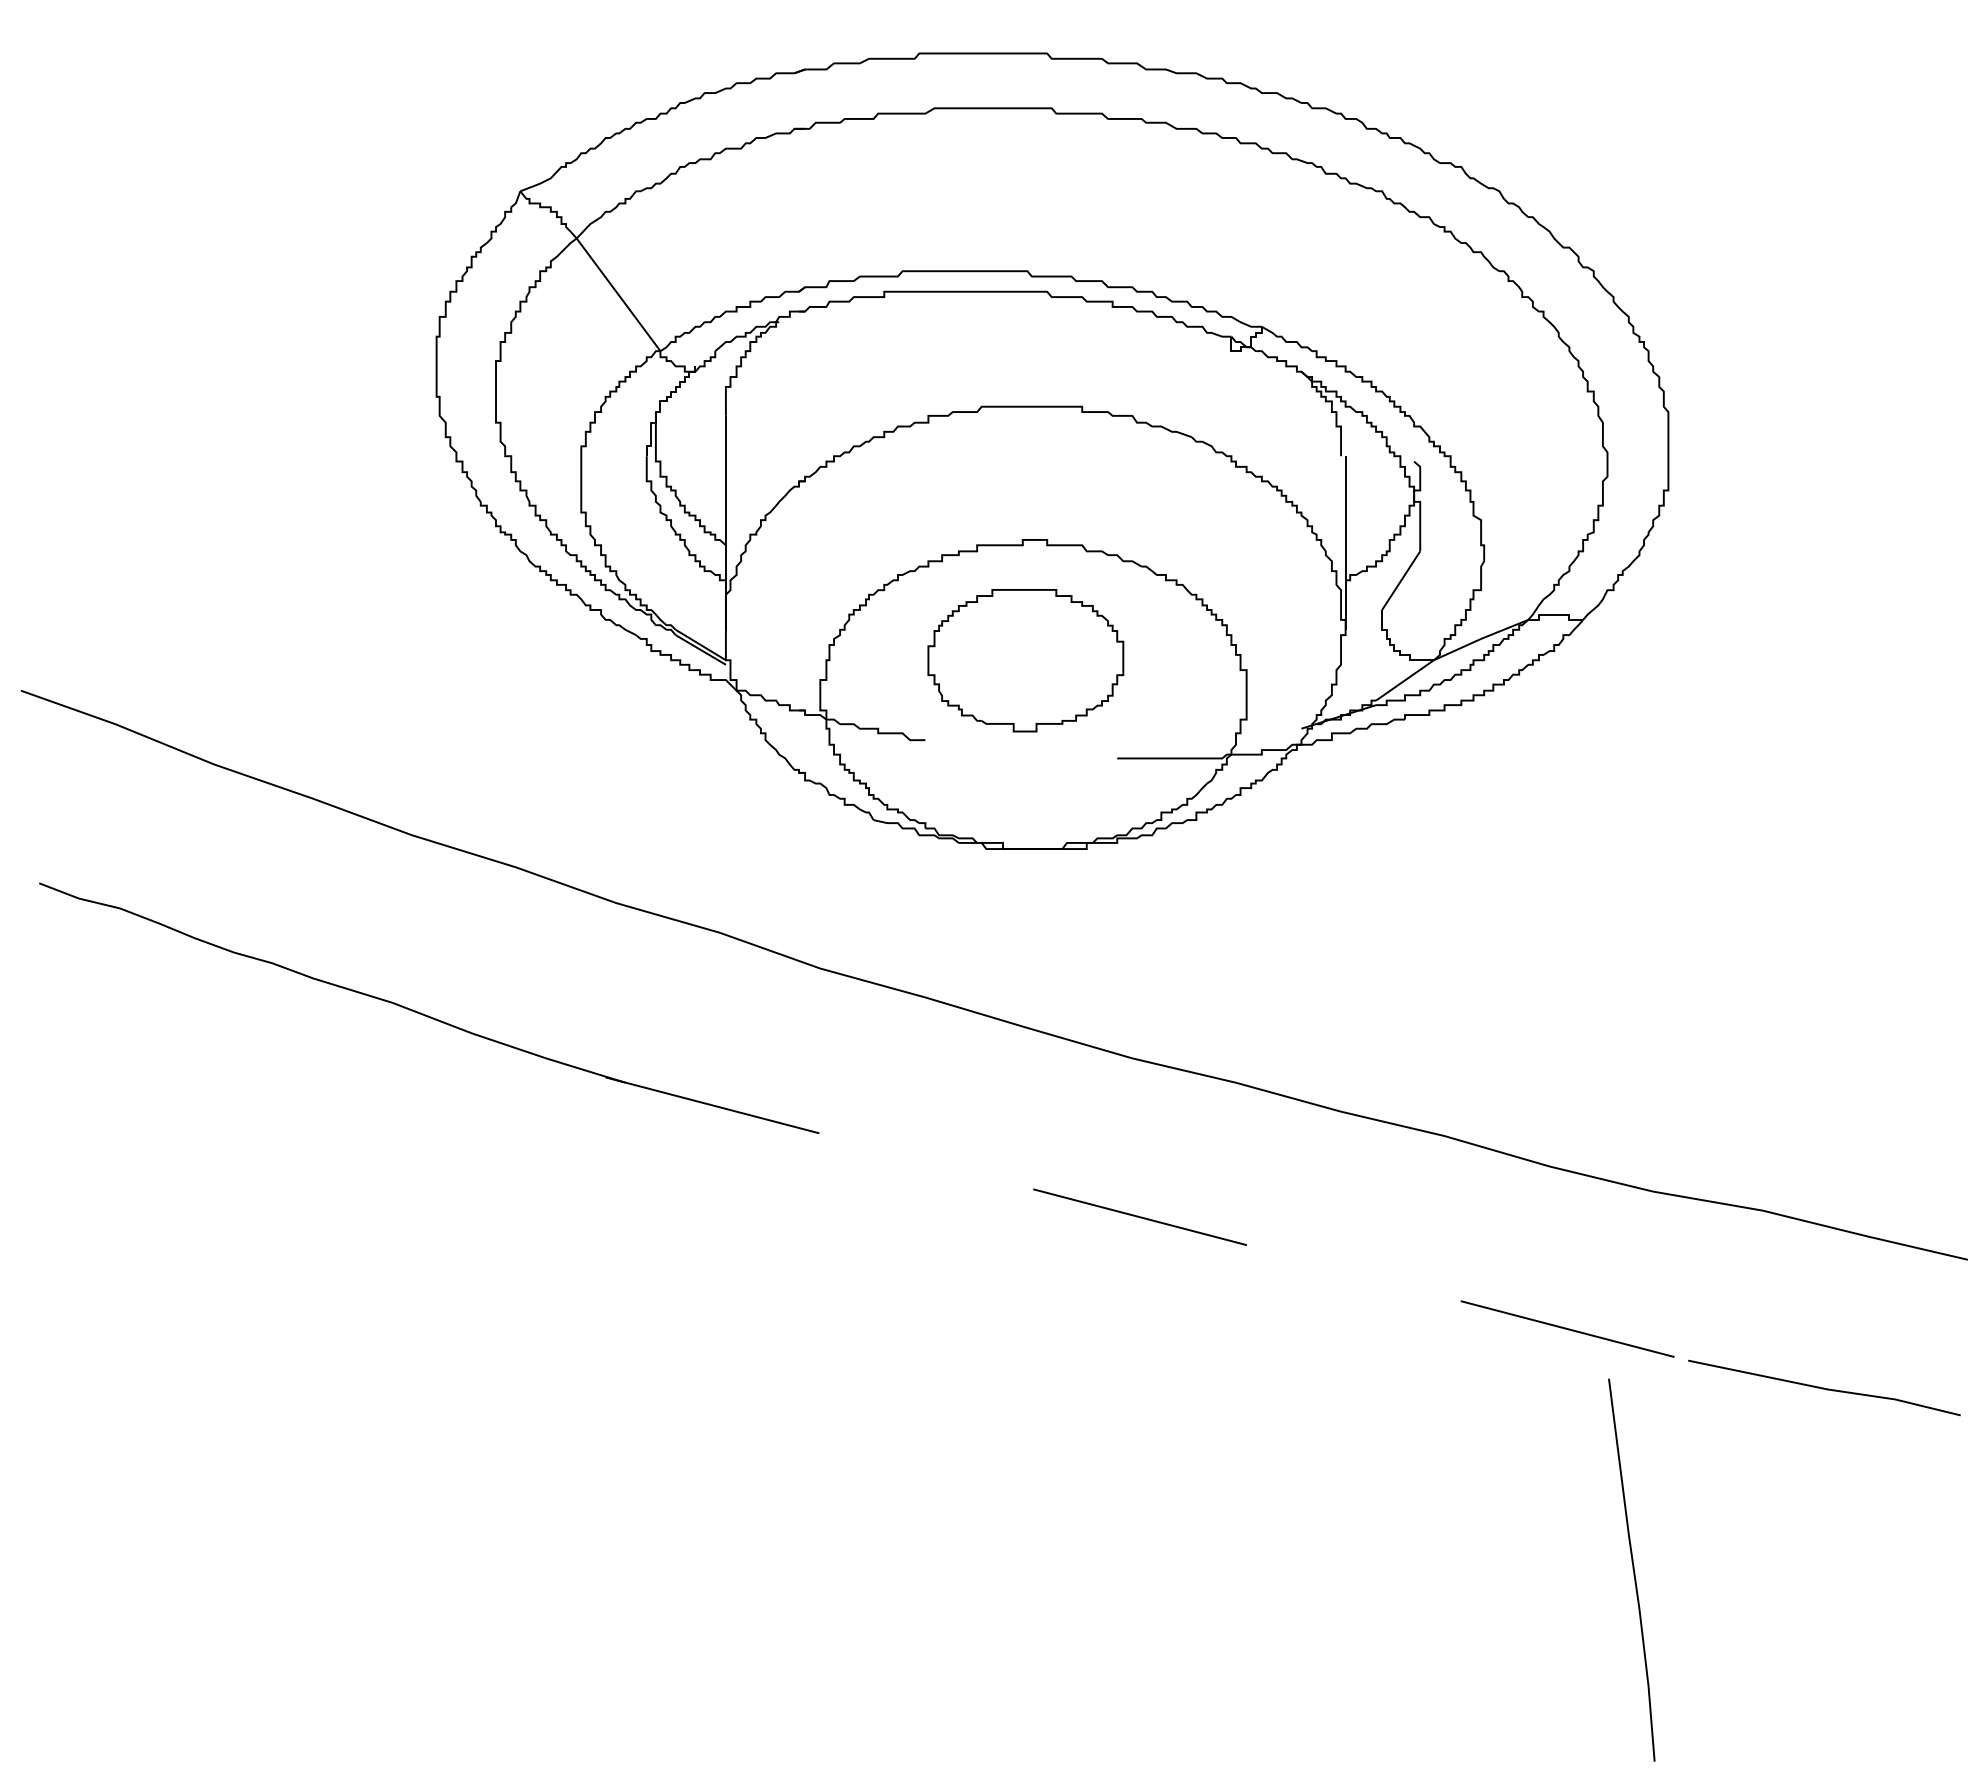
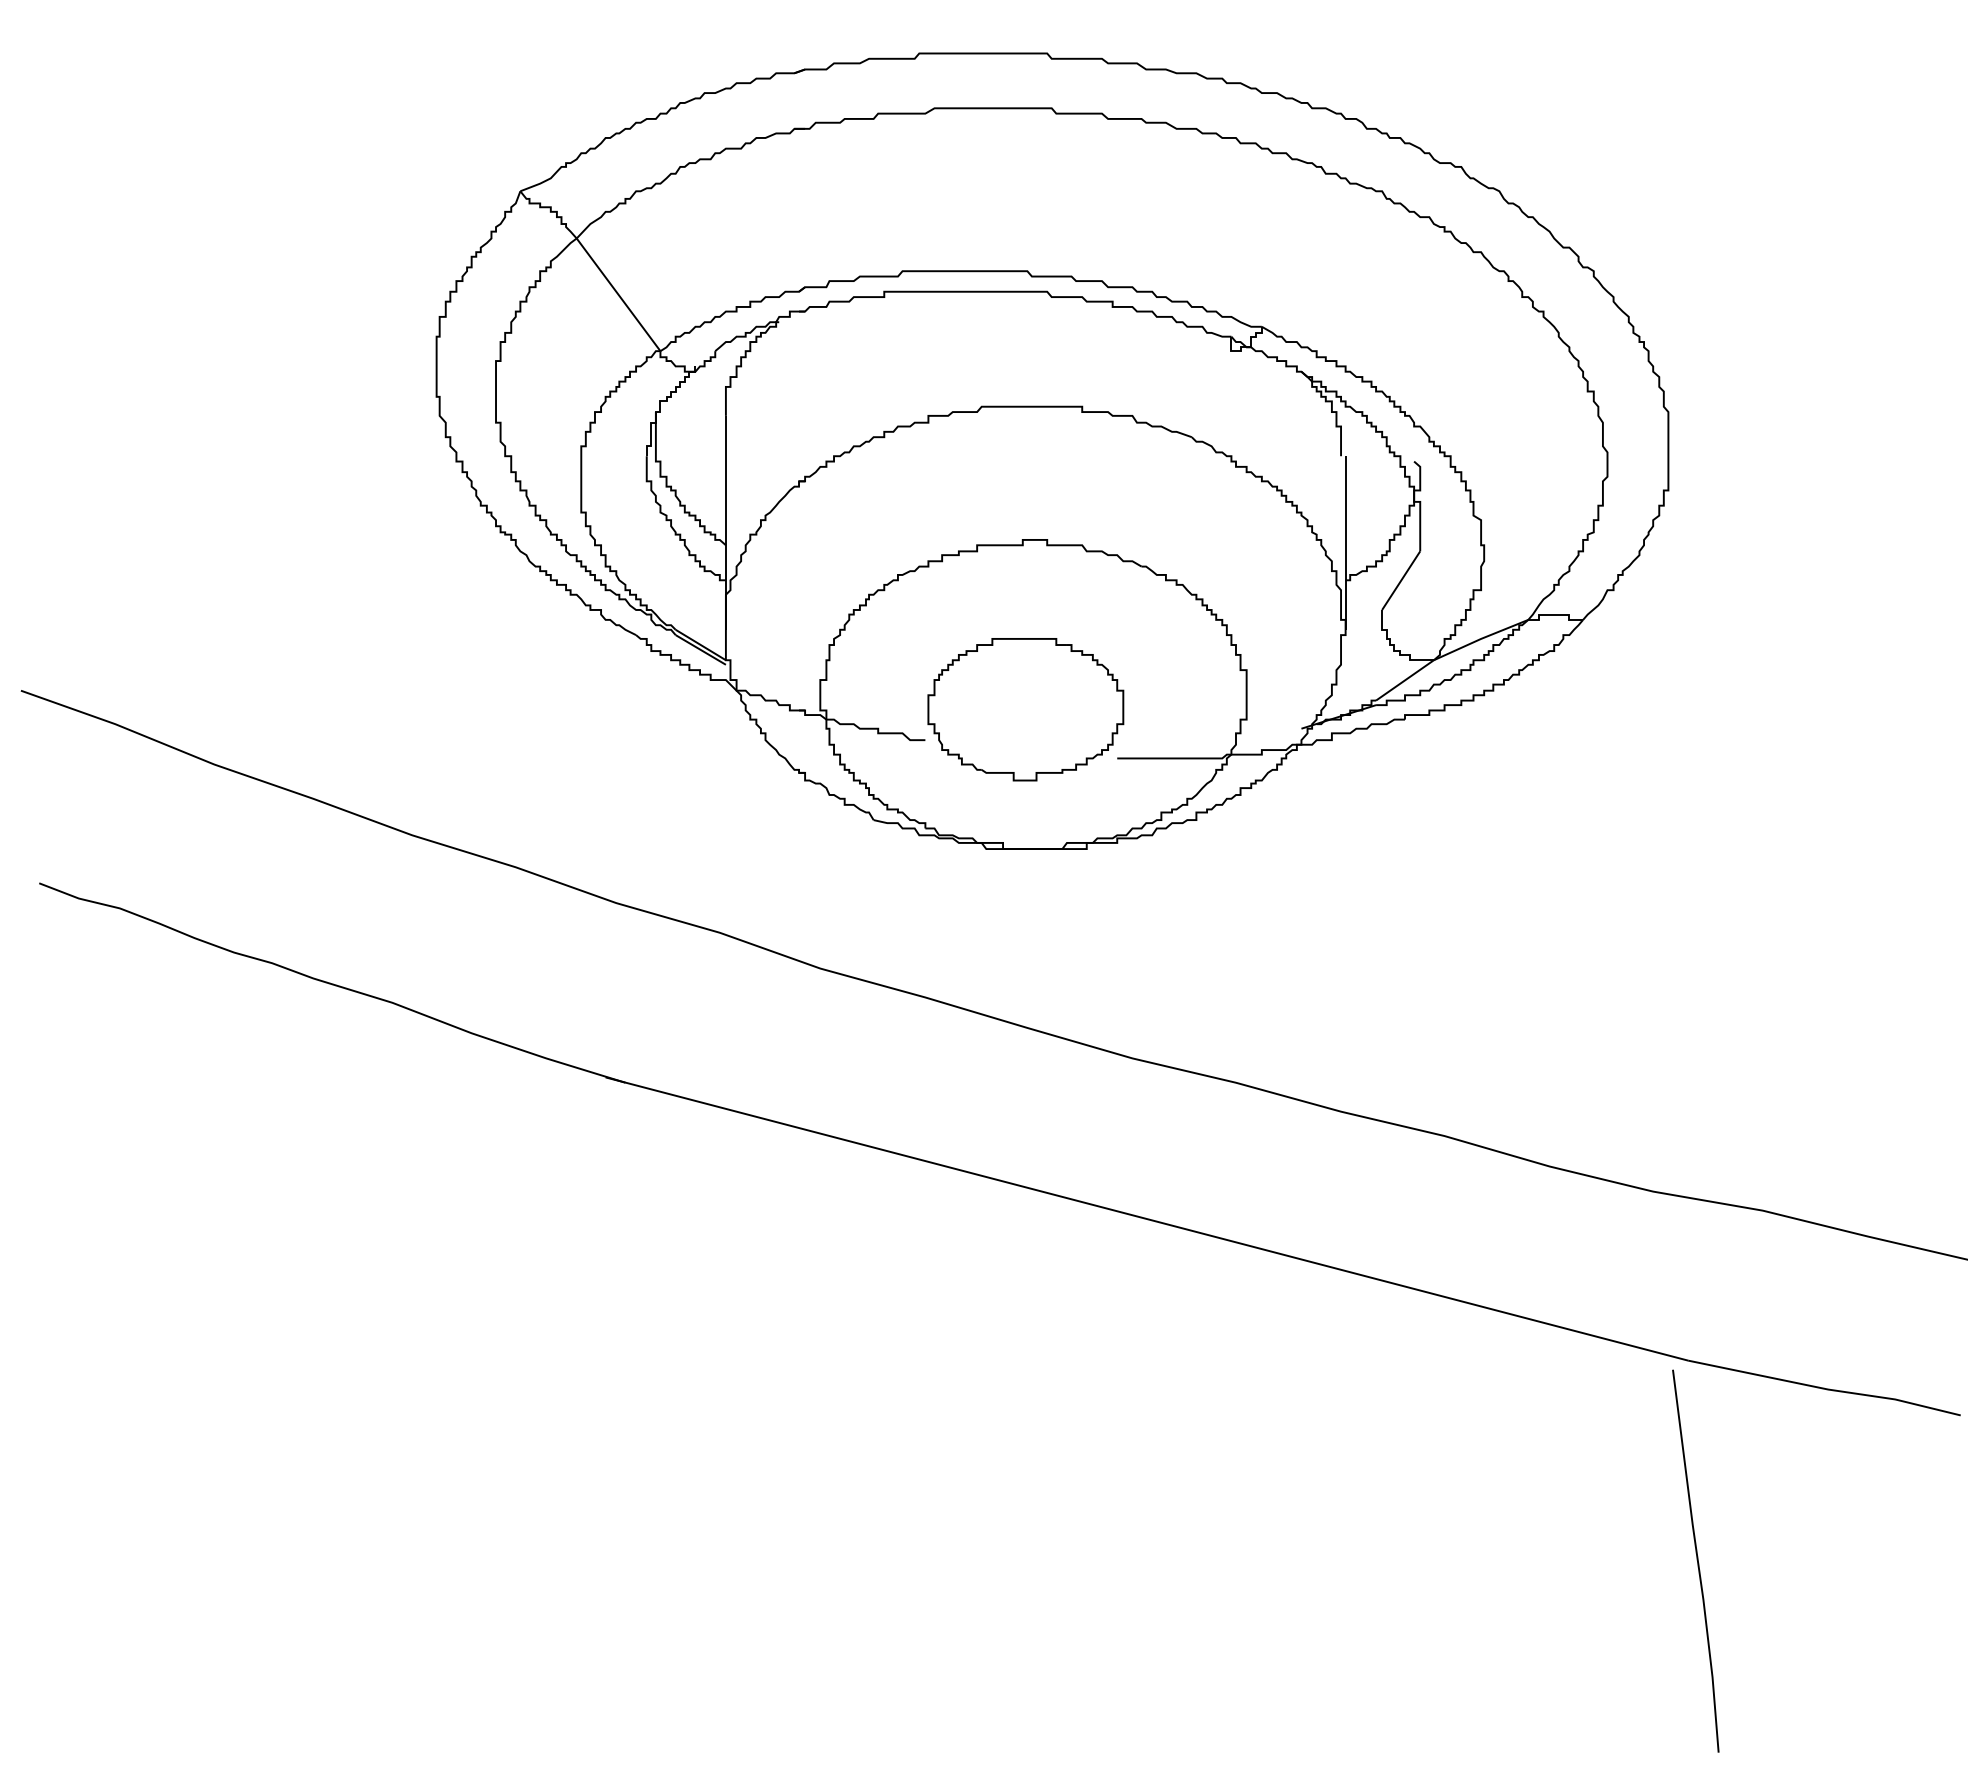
part at (1025, 660) position: (1025, 660) -> (1025, 709)
line at (1147, 1219): dashed -> solid
line at (1632, 1569) position: (1632, 1569) -> (1696, 1560)
